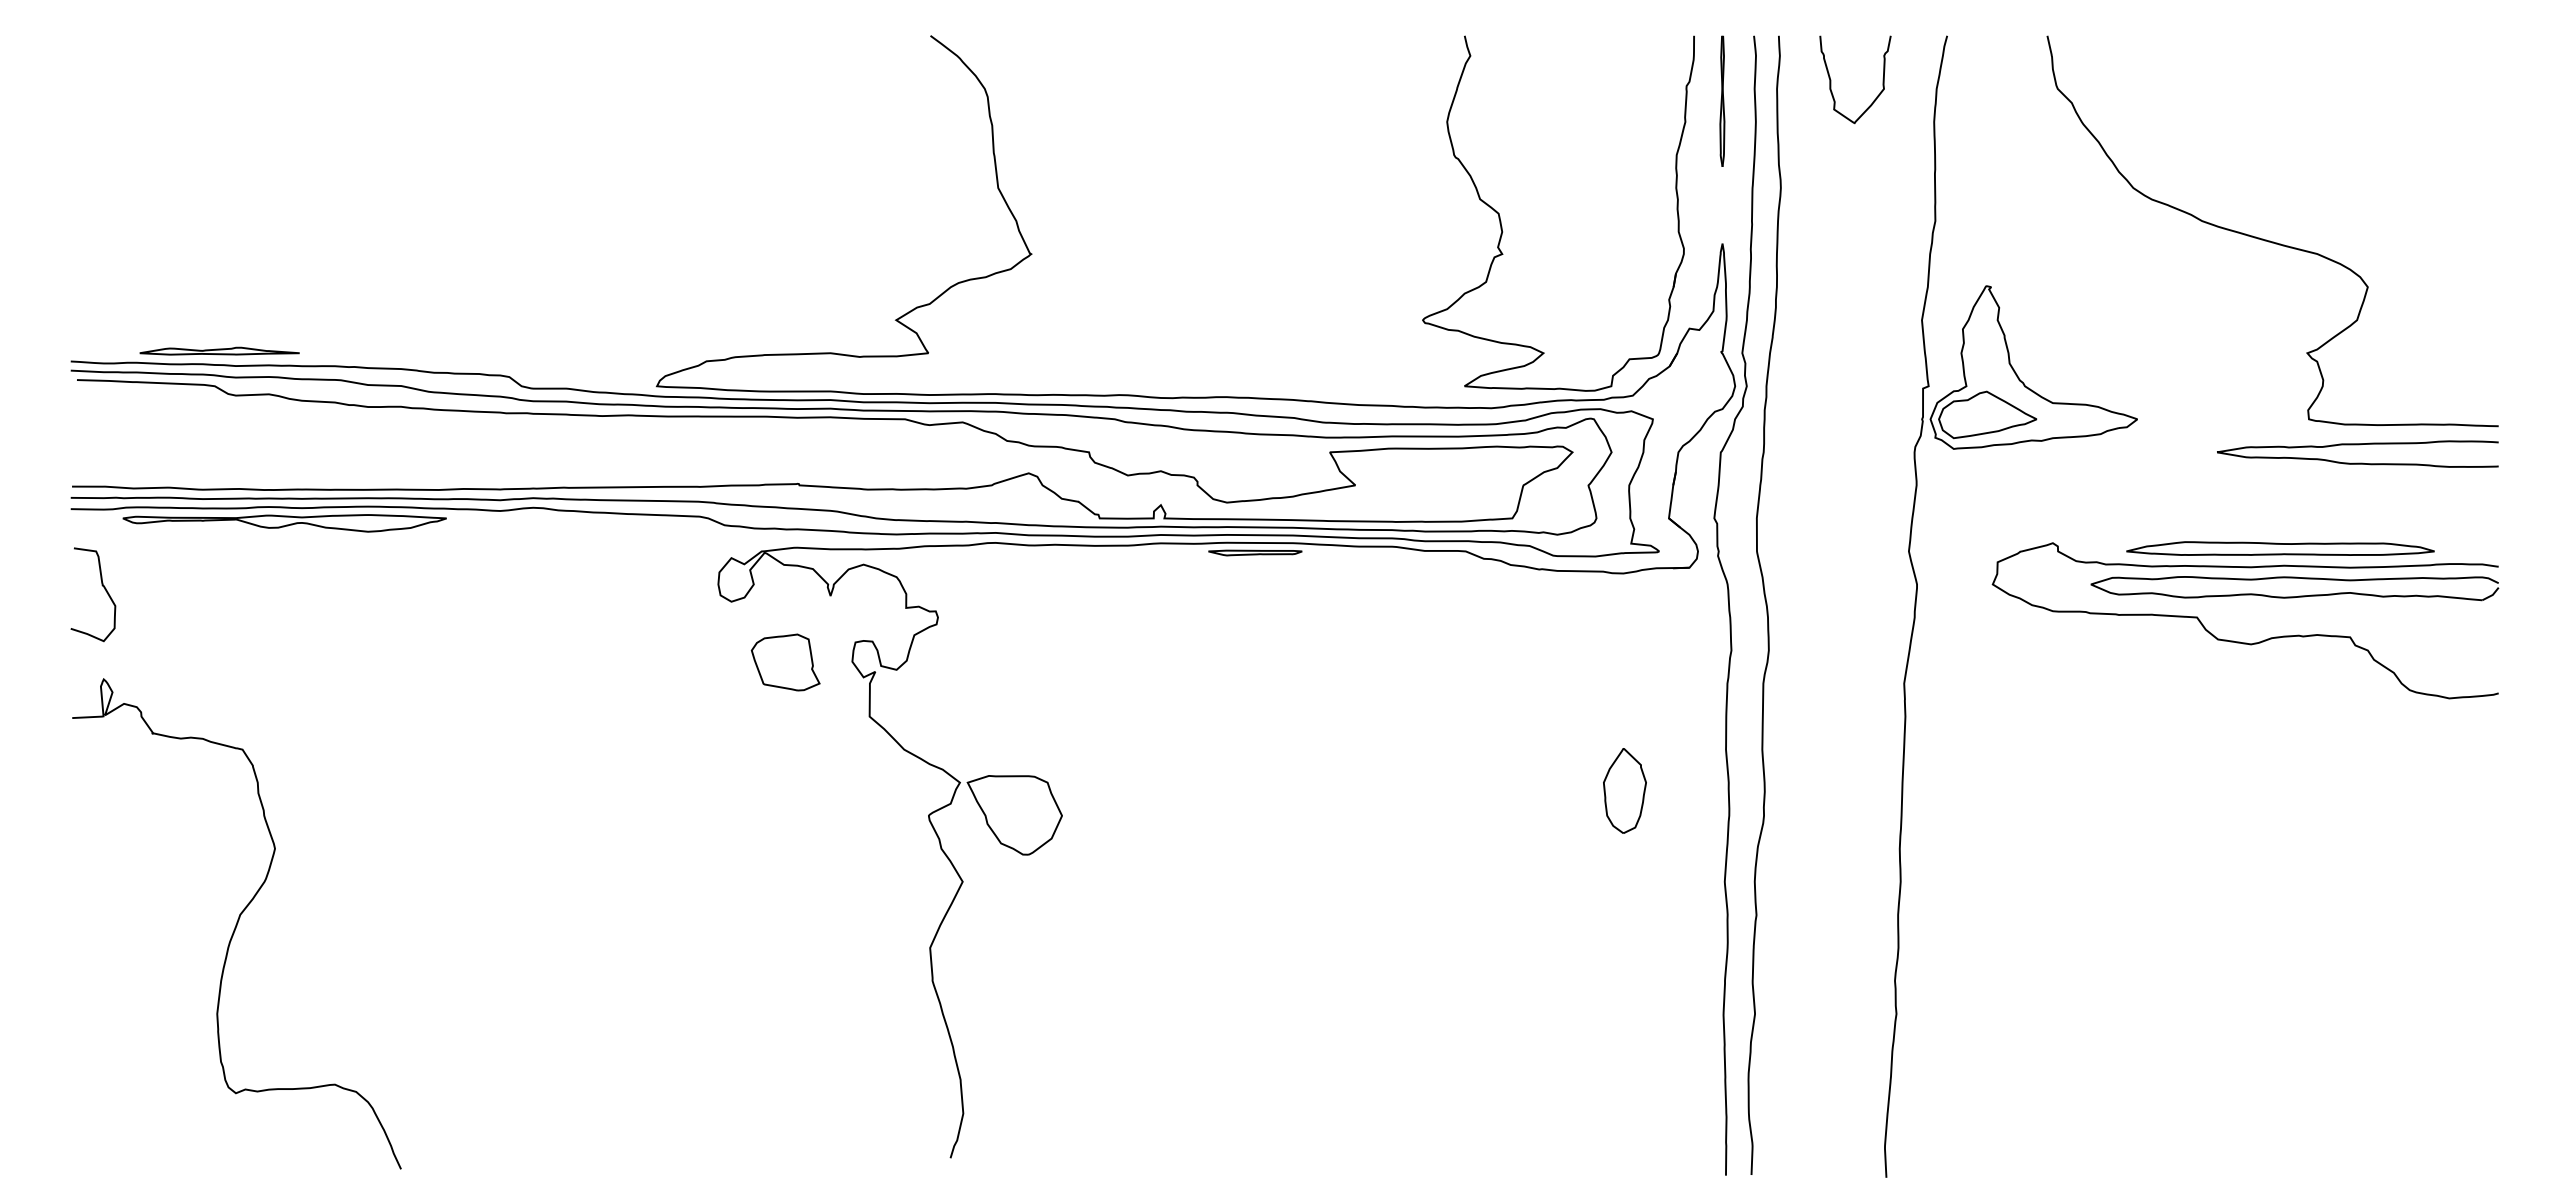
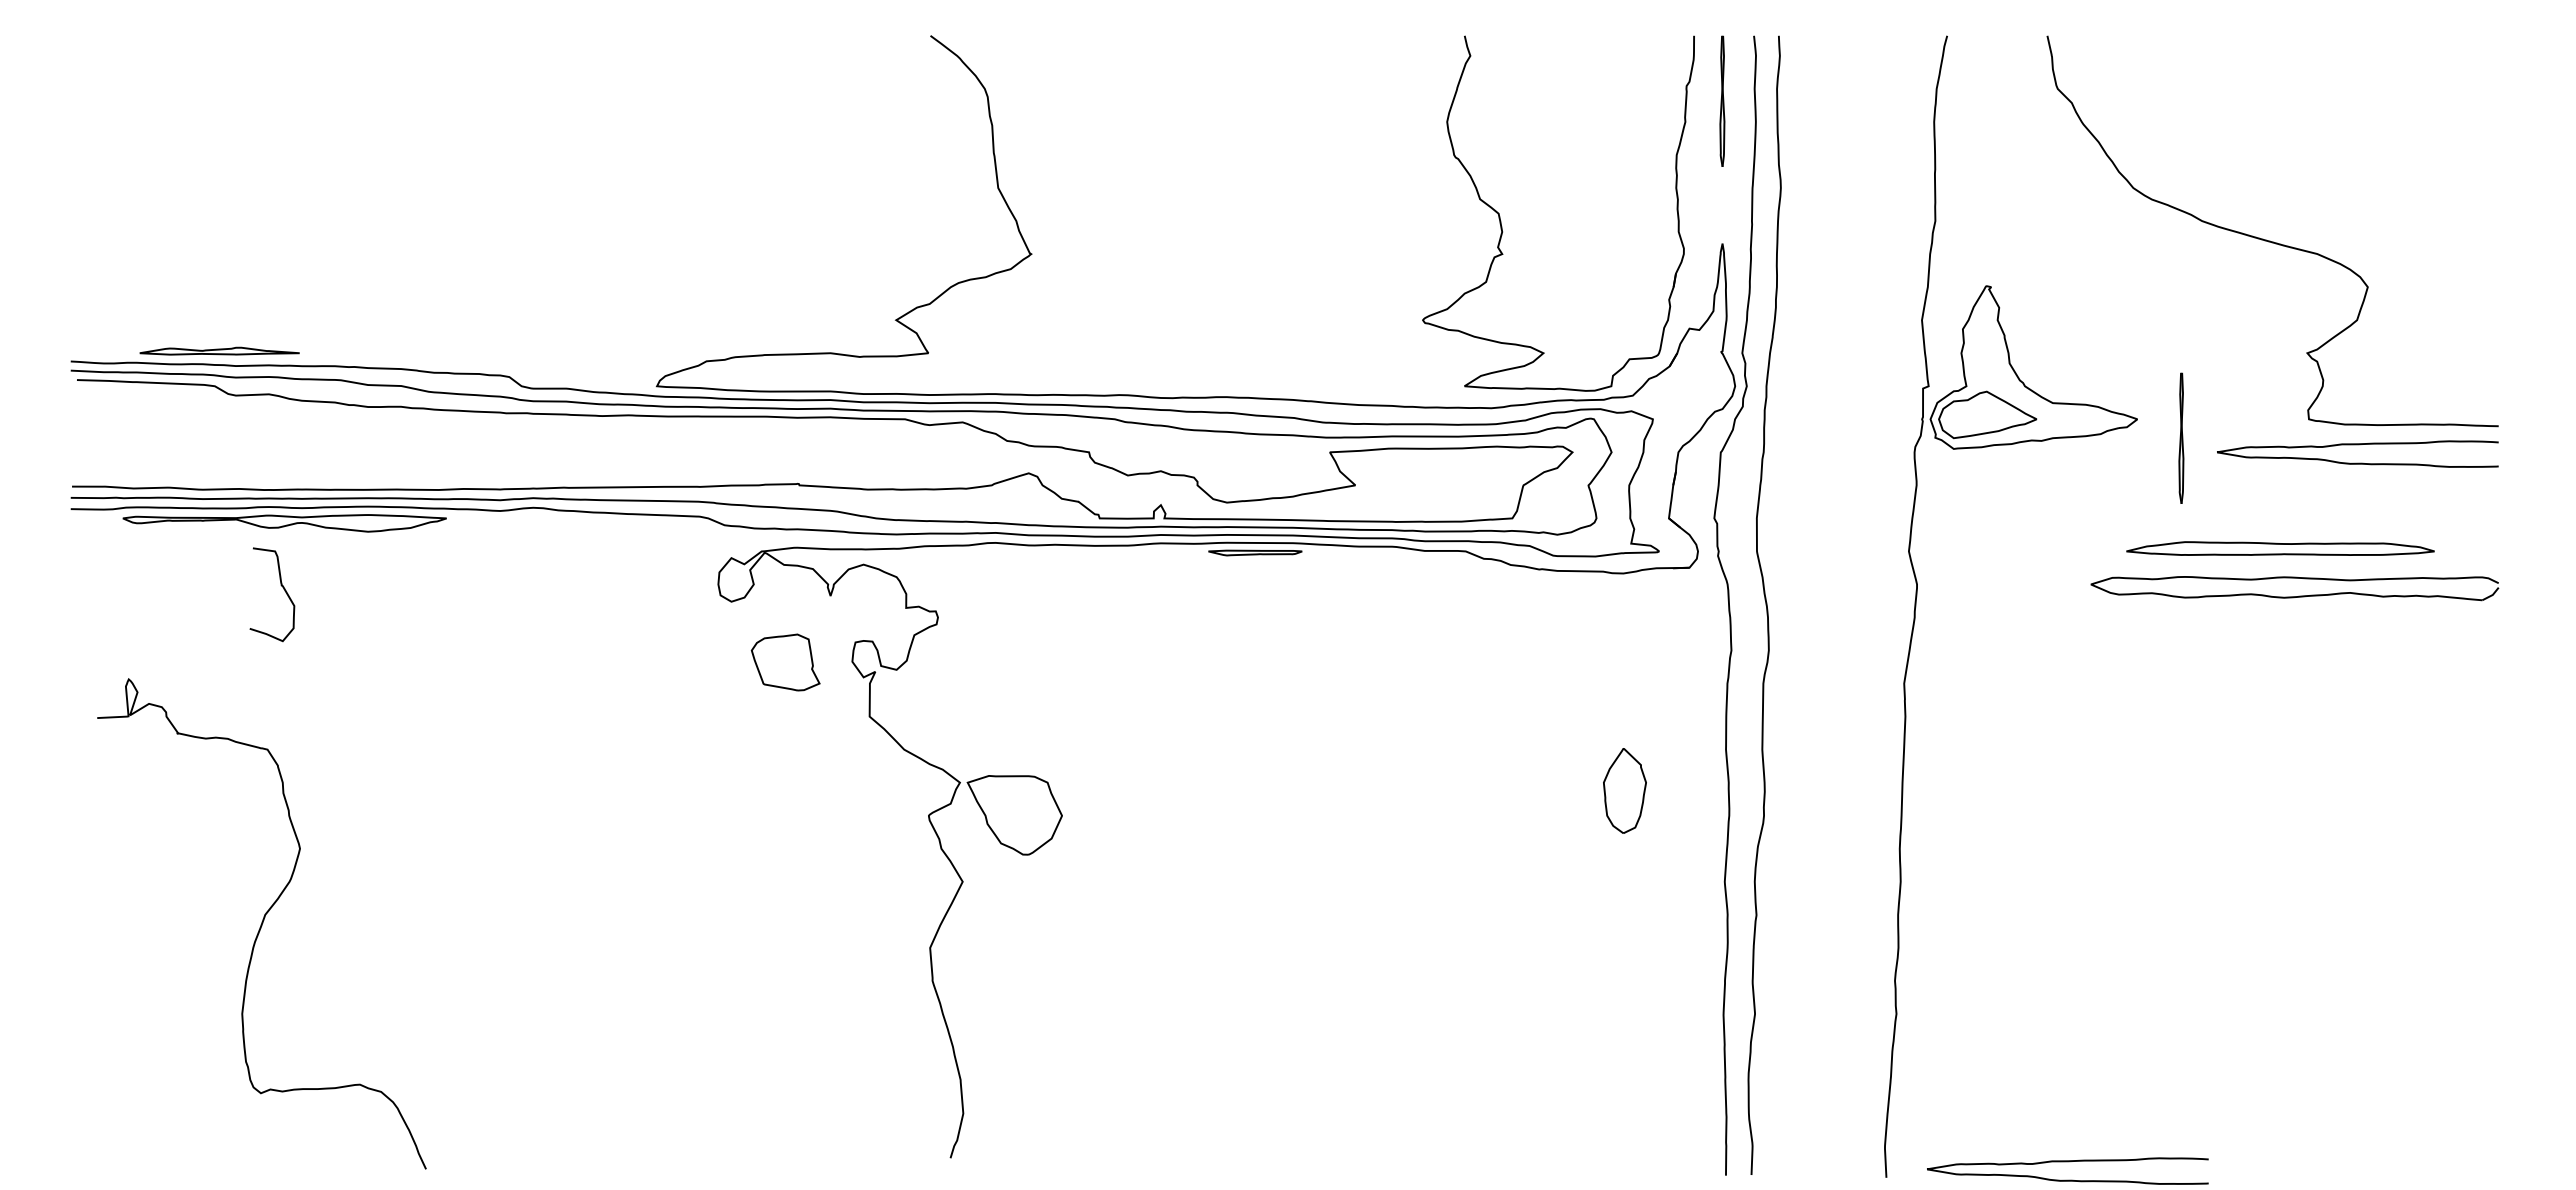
curve at (1831, 79): present -> none
part at (2181, 437): none -> present
curve at (101, 585) position: (101, 585) -> (280, 585)
curve at (2240, 641): present -> none
curve at (236, 923) position: (236, 923) -> (261, 923)
curve at (2067, 1162): none -> present
